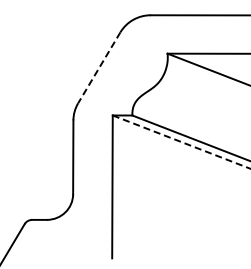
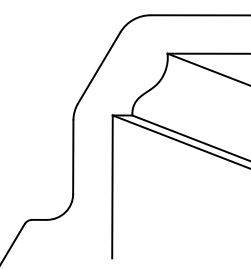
line at (99, 68): dashed -> solid
line at (181, 142): dashed -> solid
